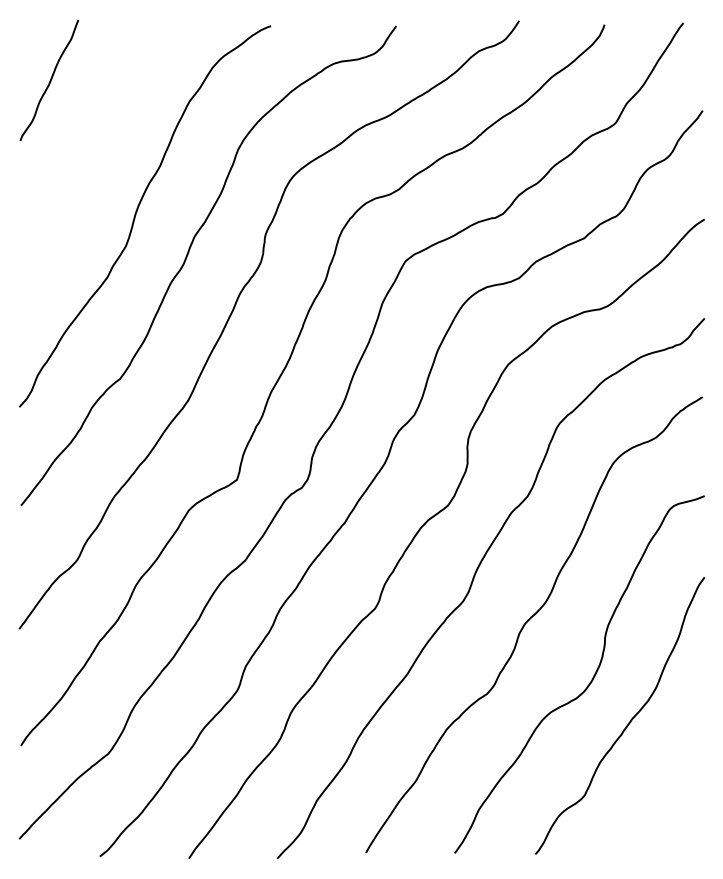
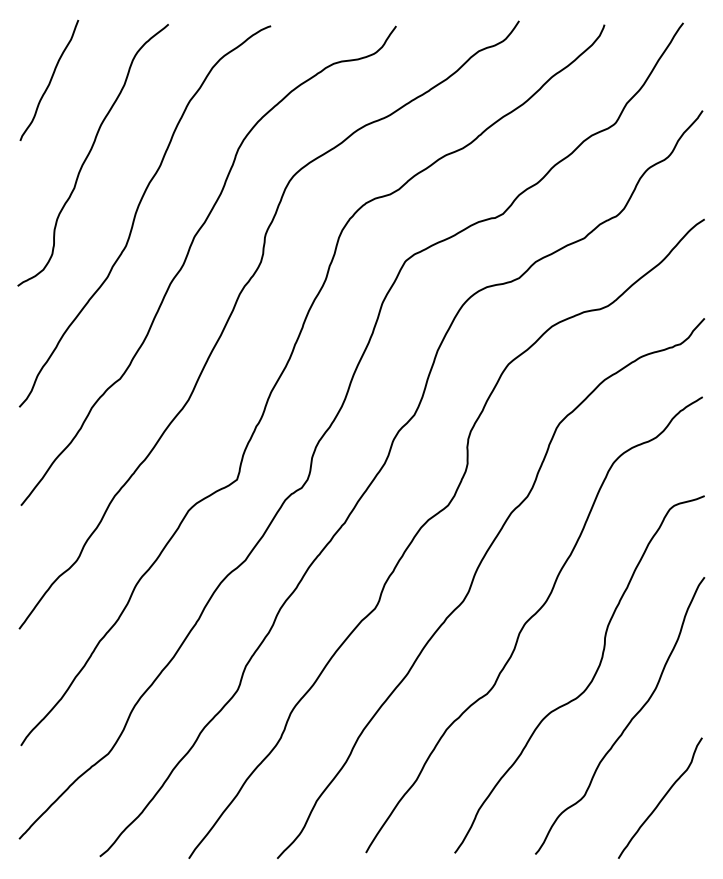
curve at (90, 153): none -> present
curve at (661, 798): none -> present
